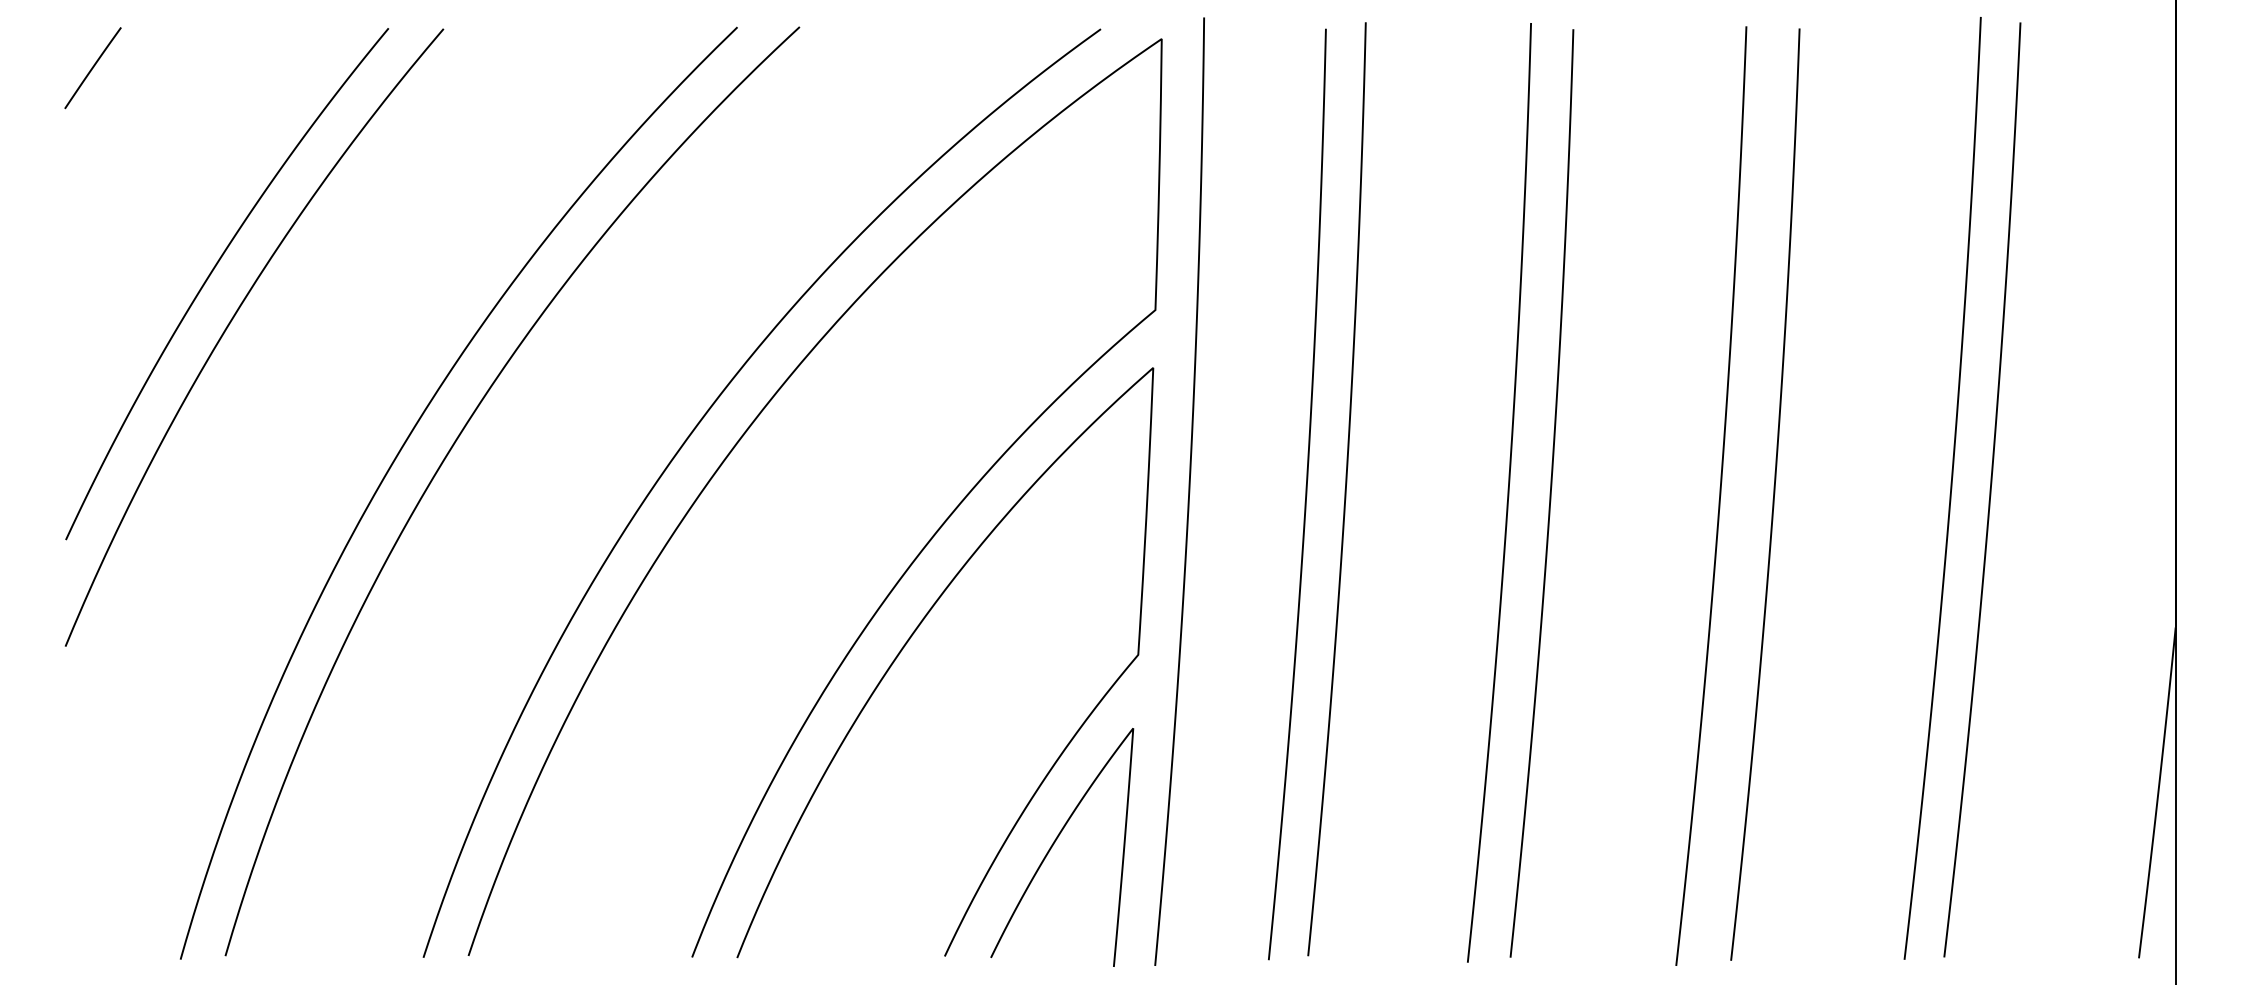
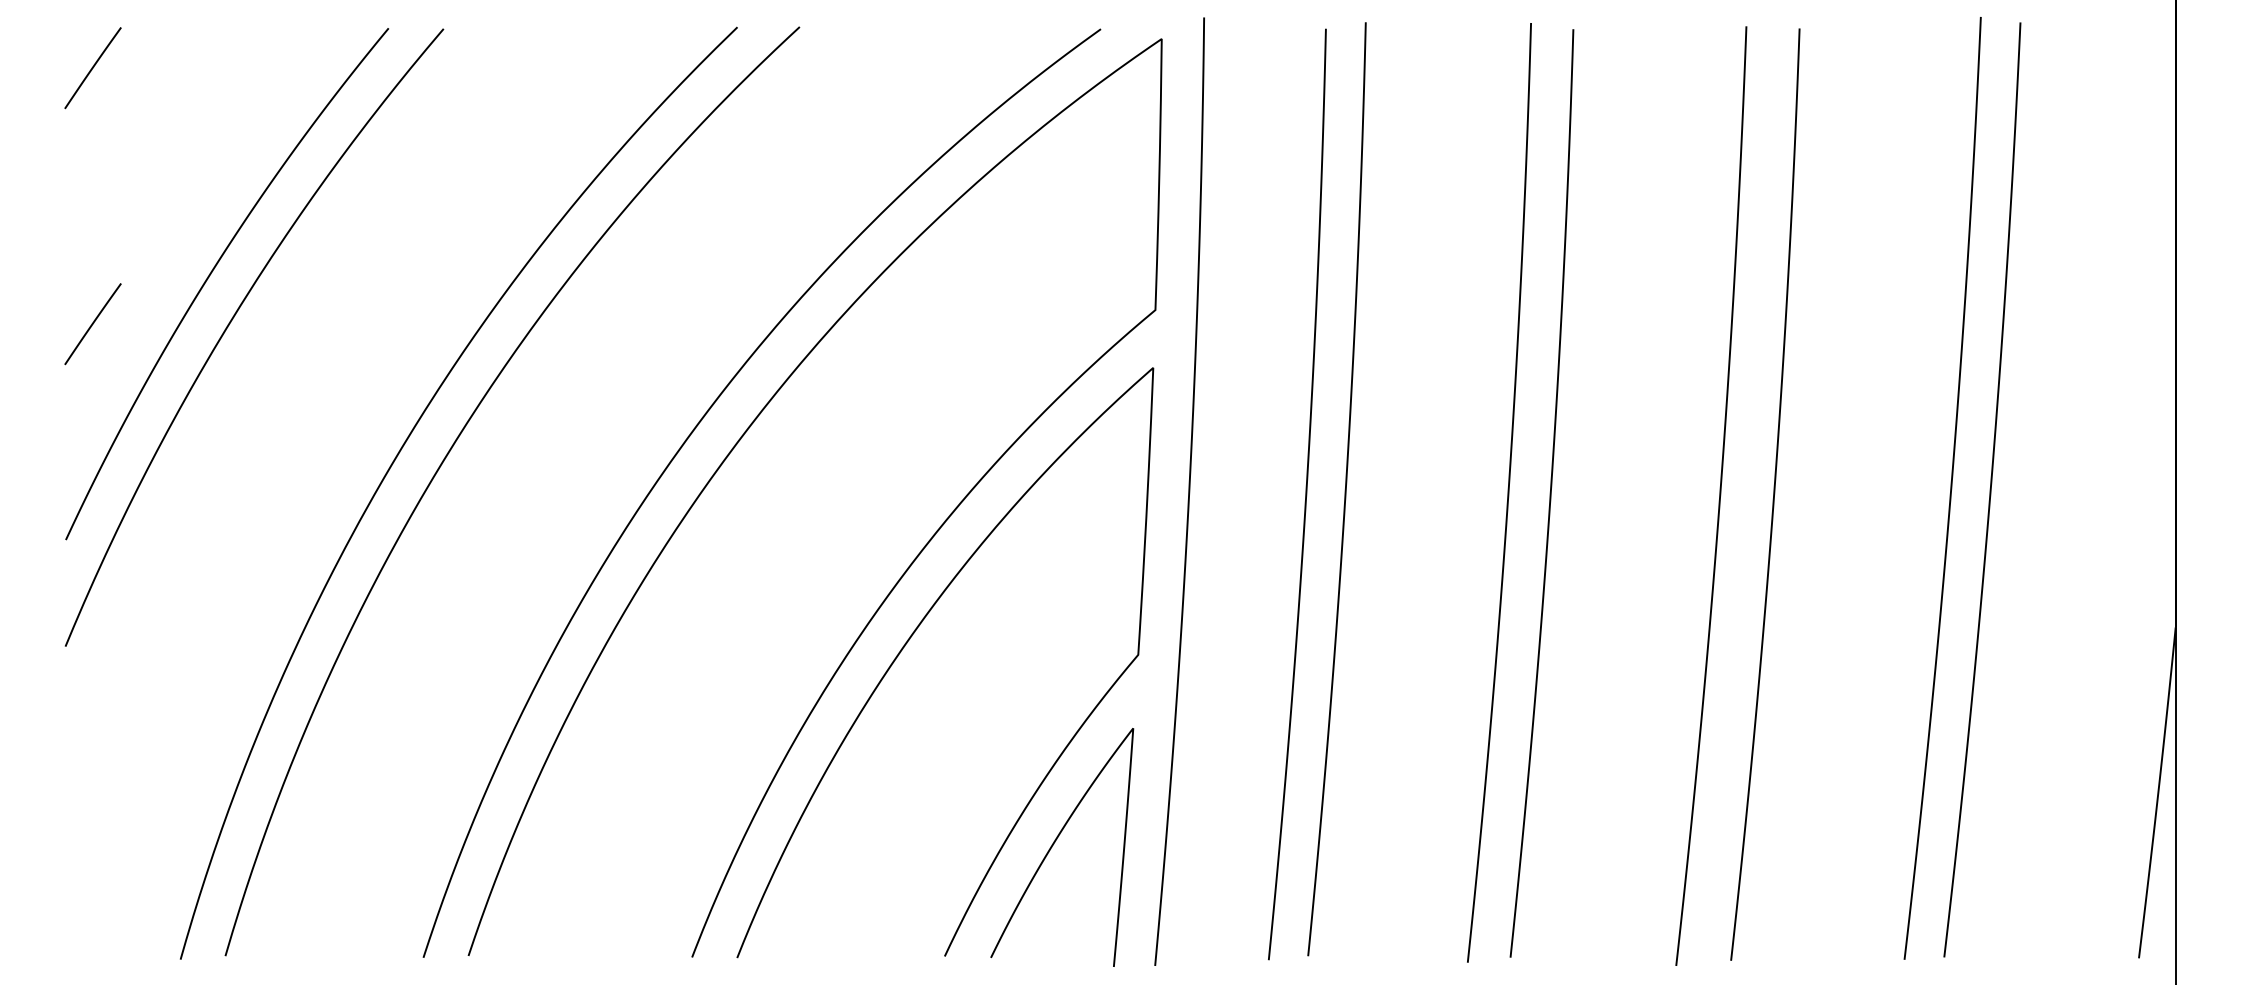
line at (92, 324): none -> present
